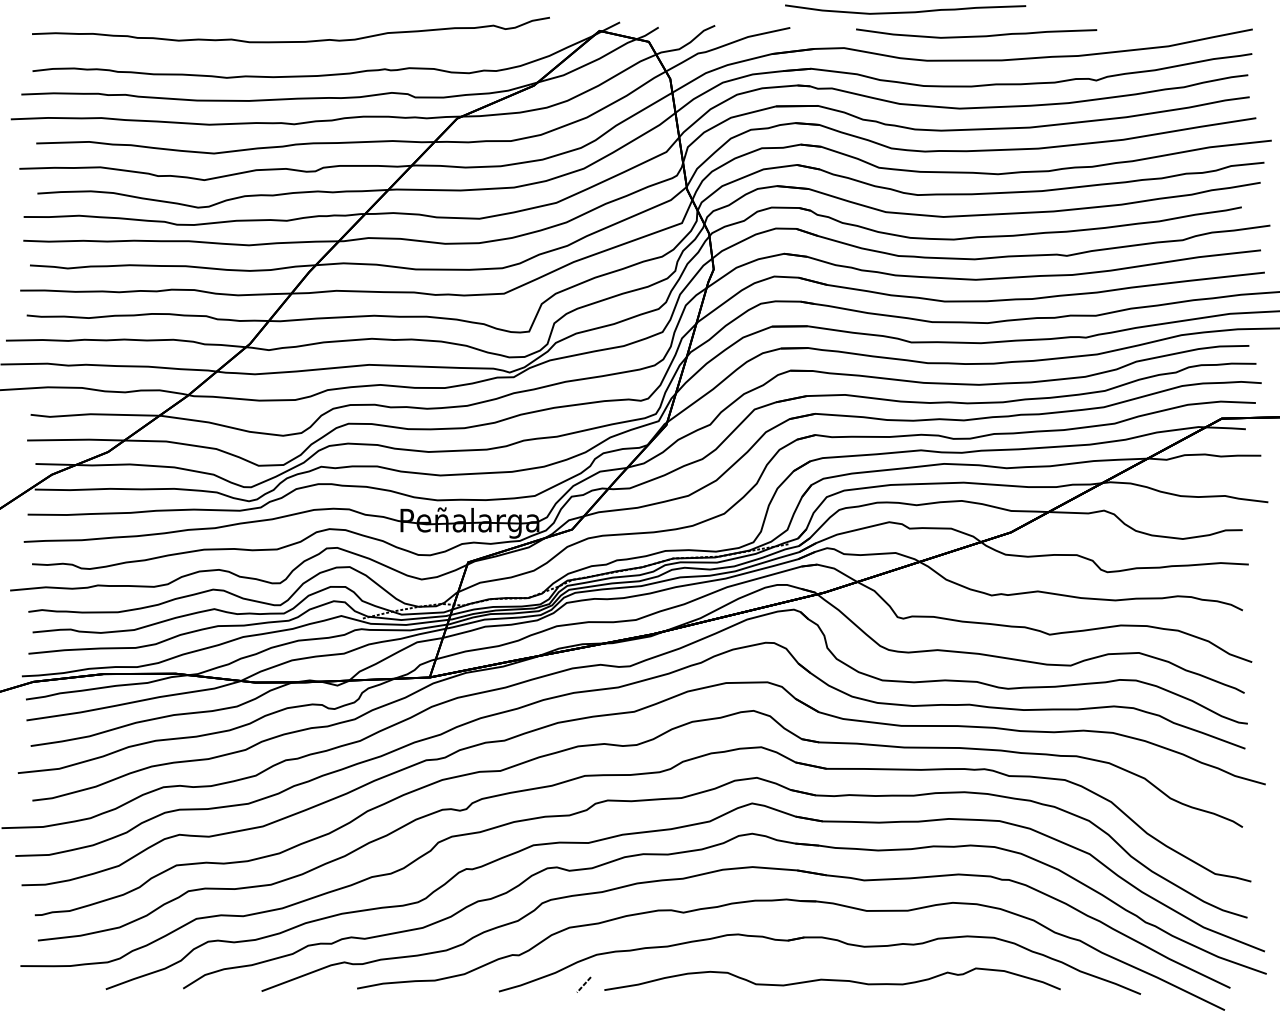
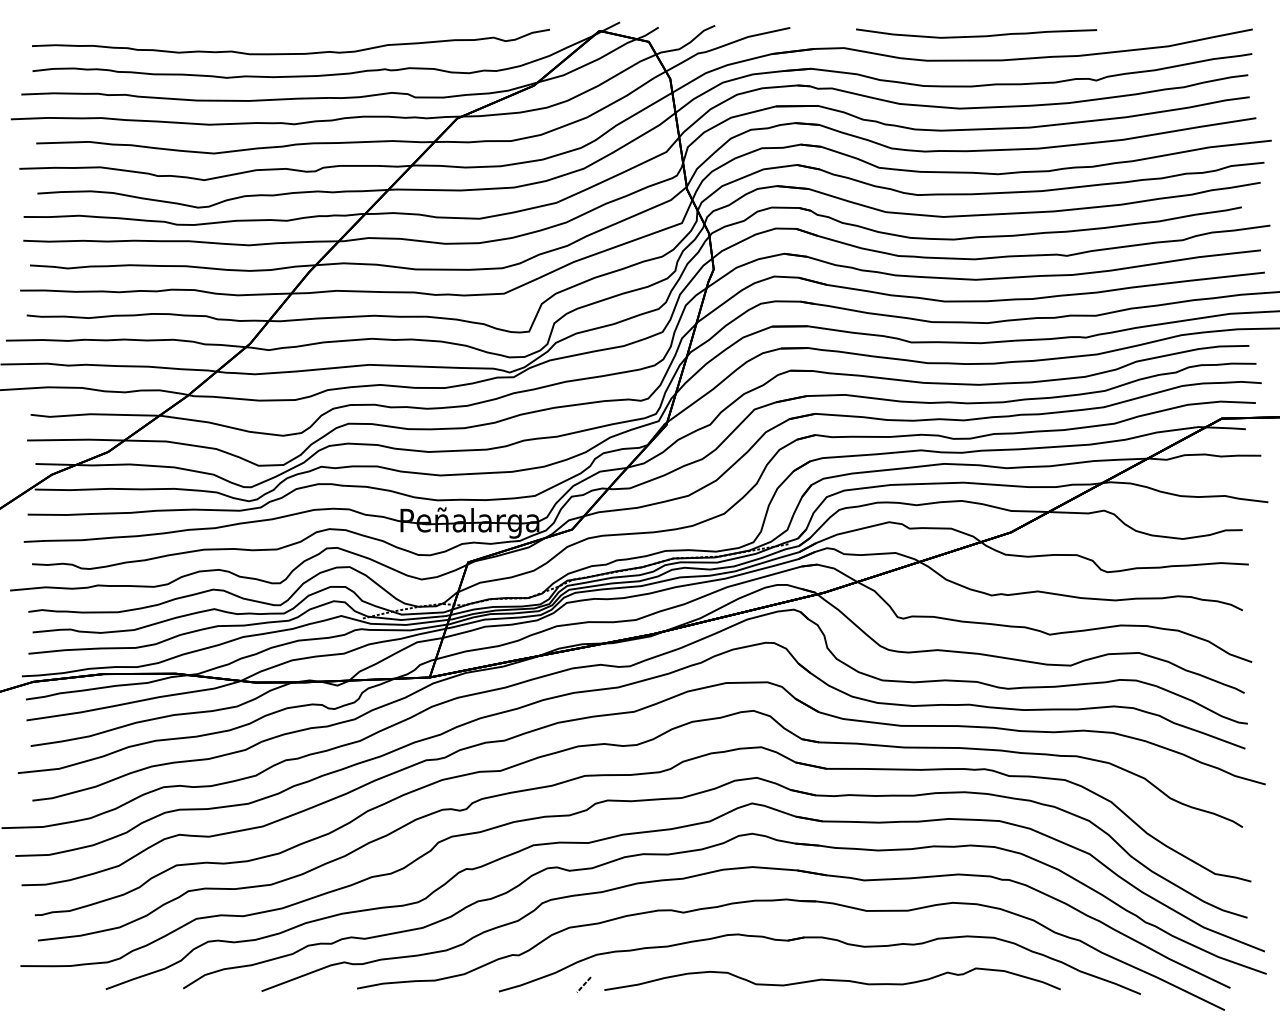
curve at (905, 11): present -> none
curve at (290, 41) position: (290, 41) -> (290, 53)
